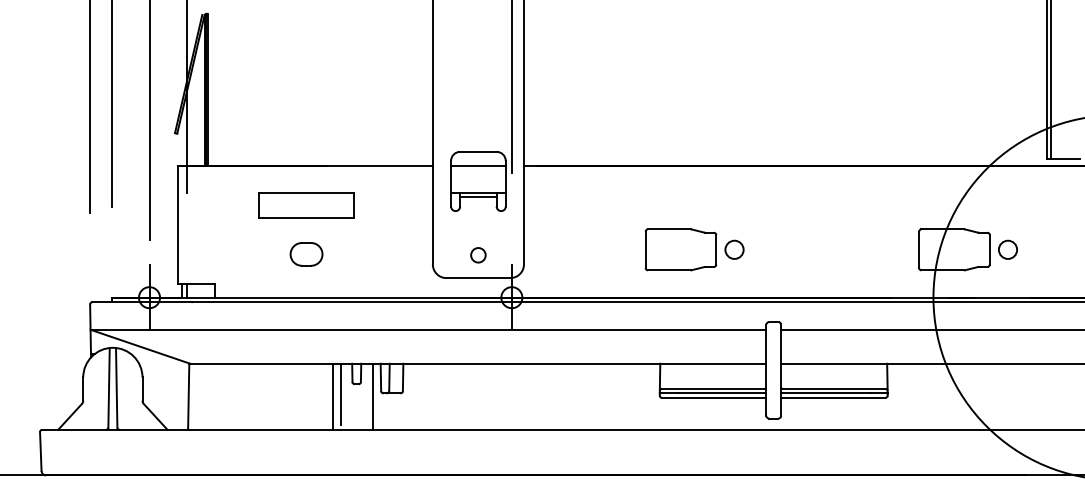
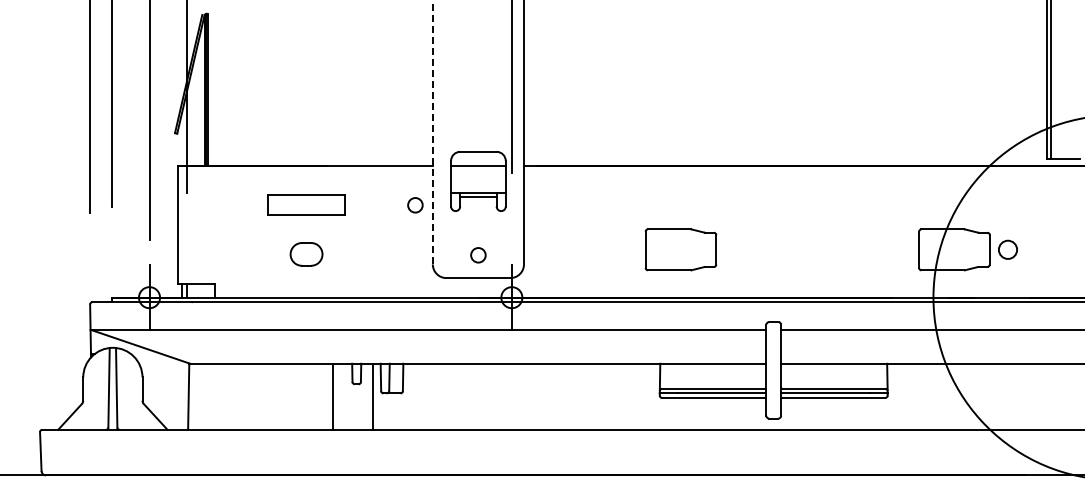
line at (432, 132): solid -> dashed
part at (306, 205) size: 97x27 px -> 79x22 px
circle at (415, 205): none -> present
circle at (734, 249): present -> none
line at (340, 394): present -> none
